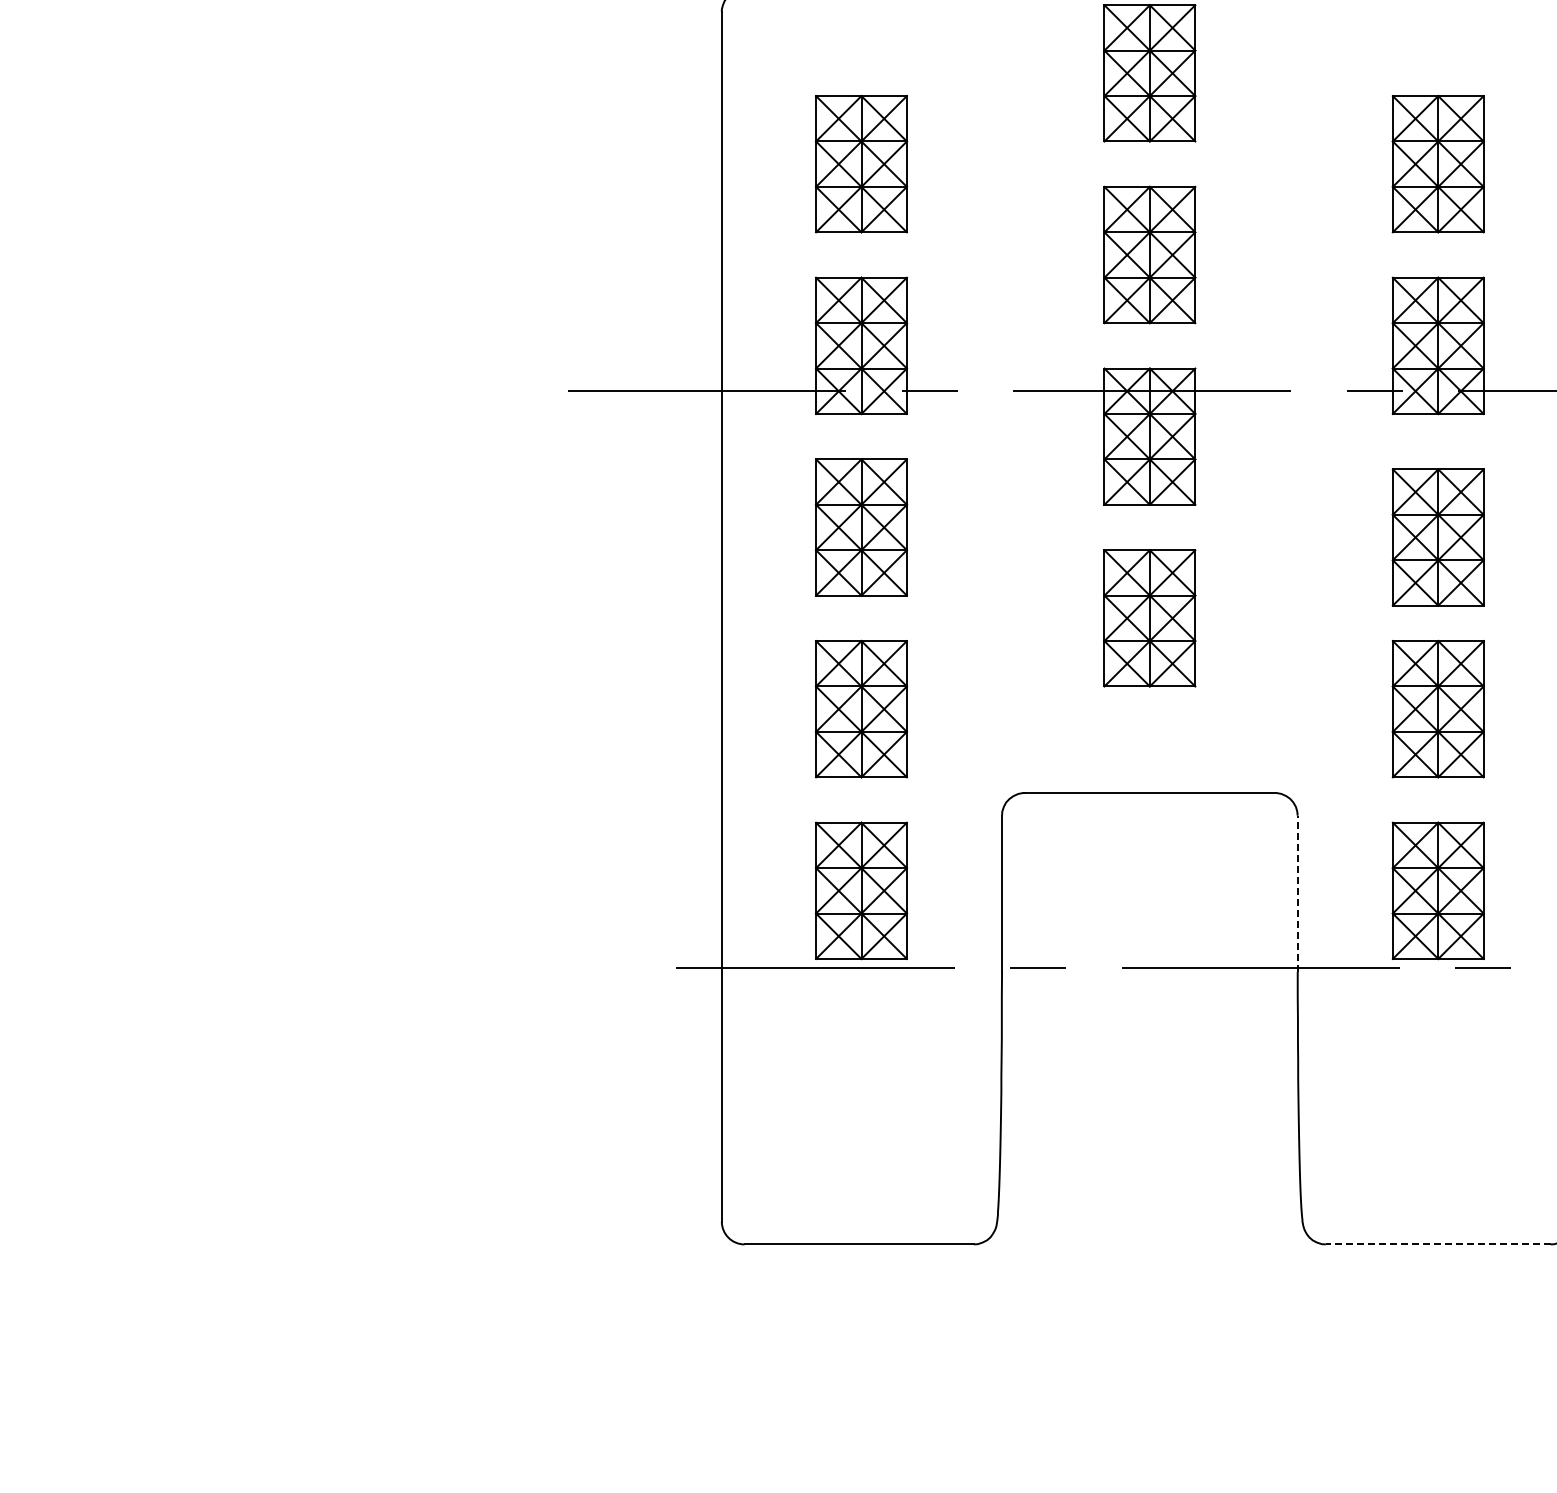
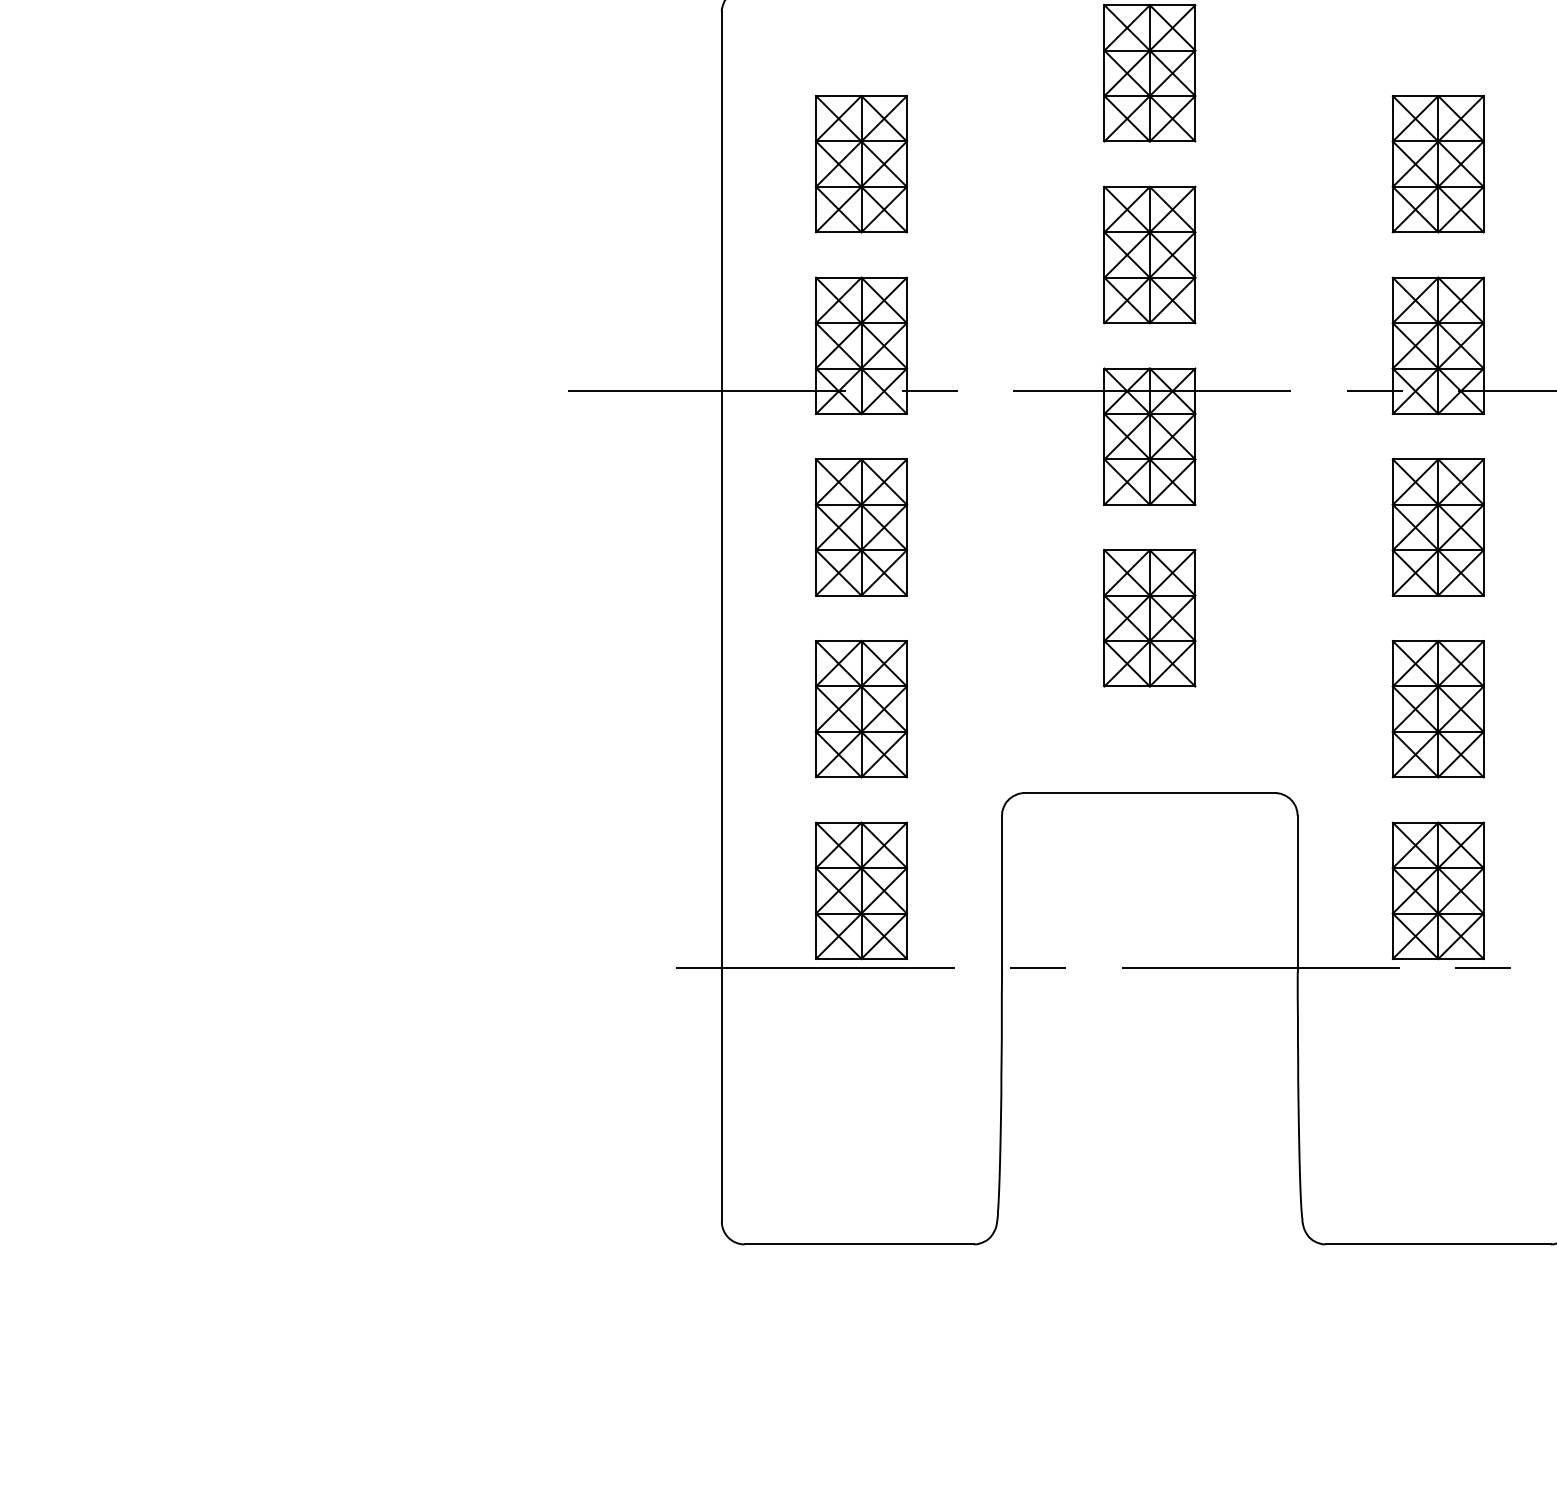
part at (1437, 537) position: (1437, 537) -> (1437, 527)
line at (1297, 893): dashed -> solid
line at (1437, 1244): dashed -> solid
